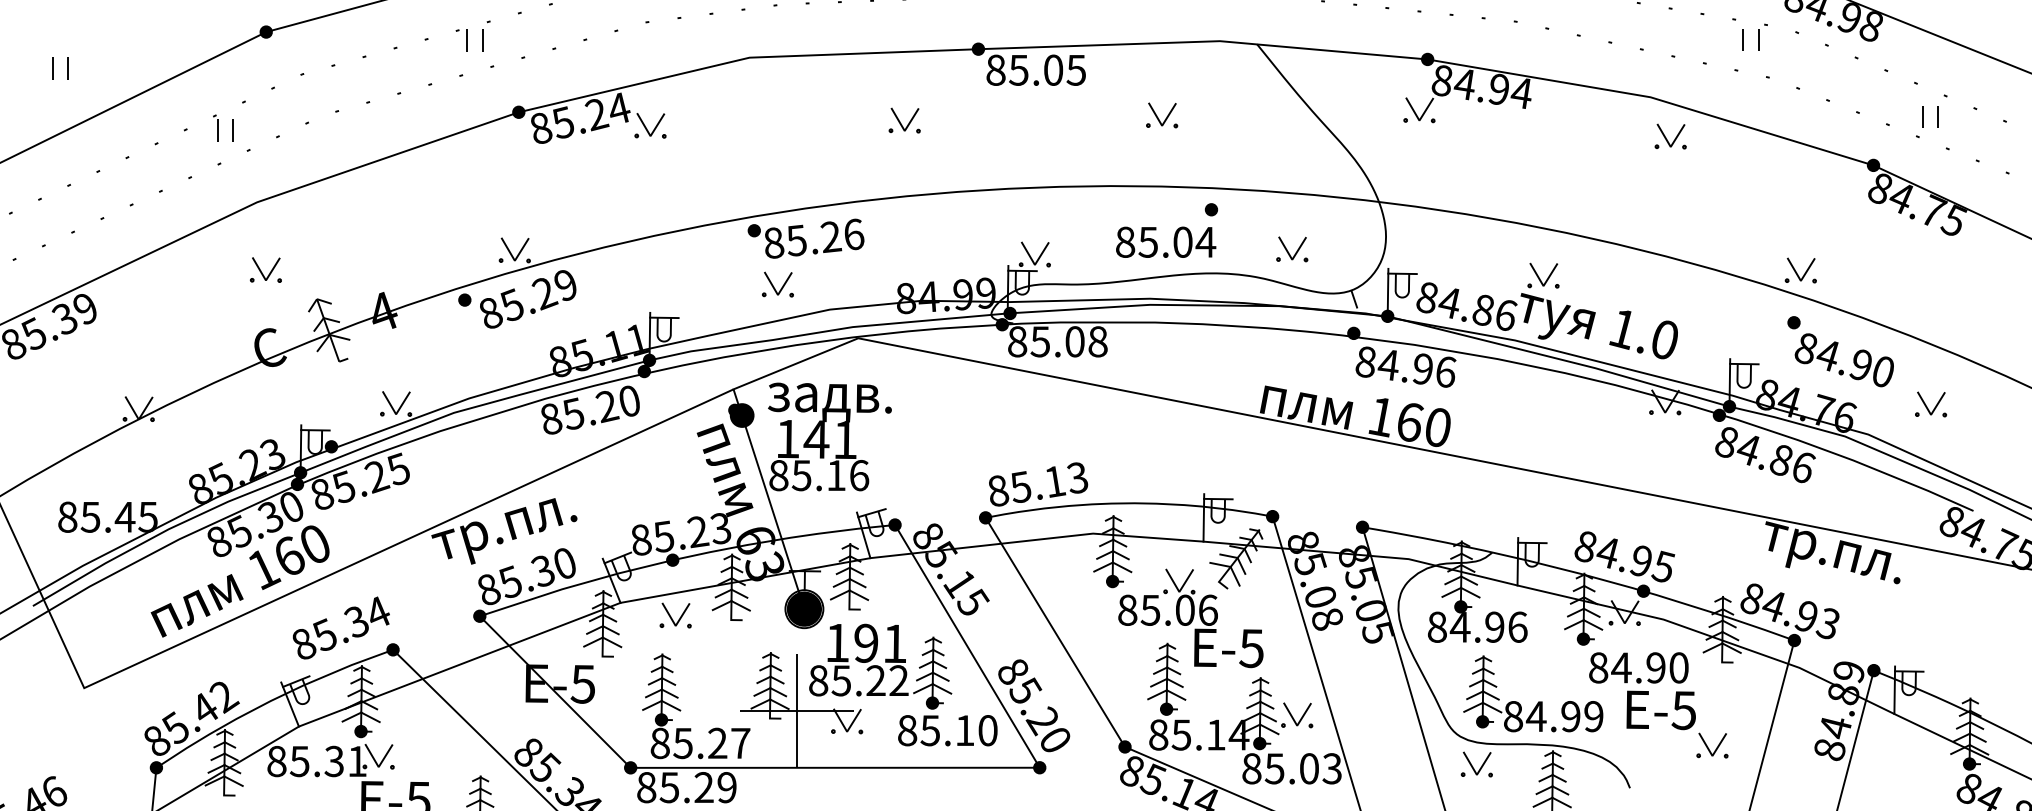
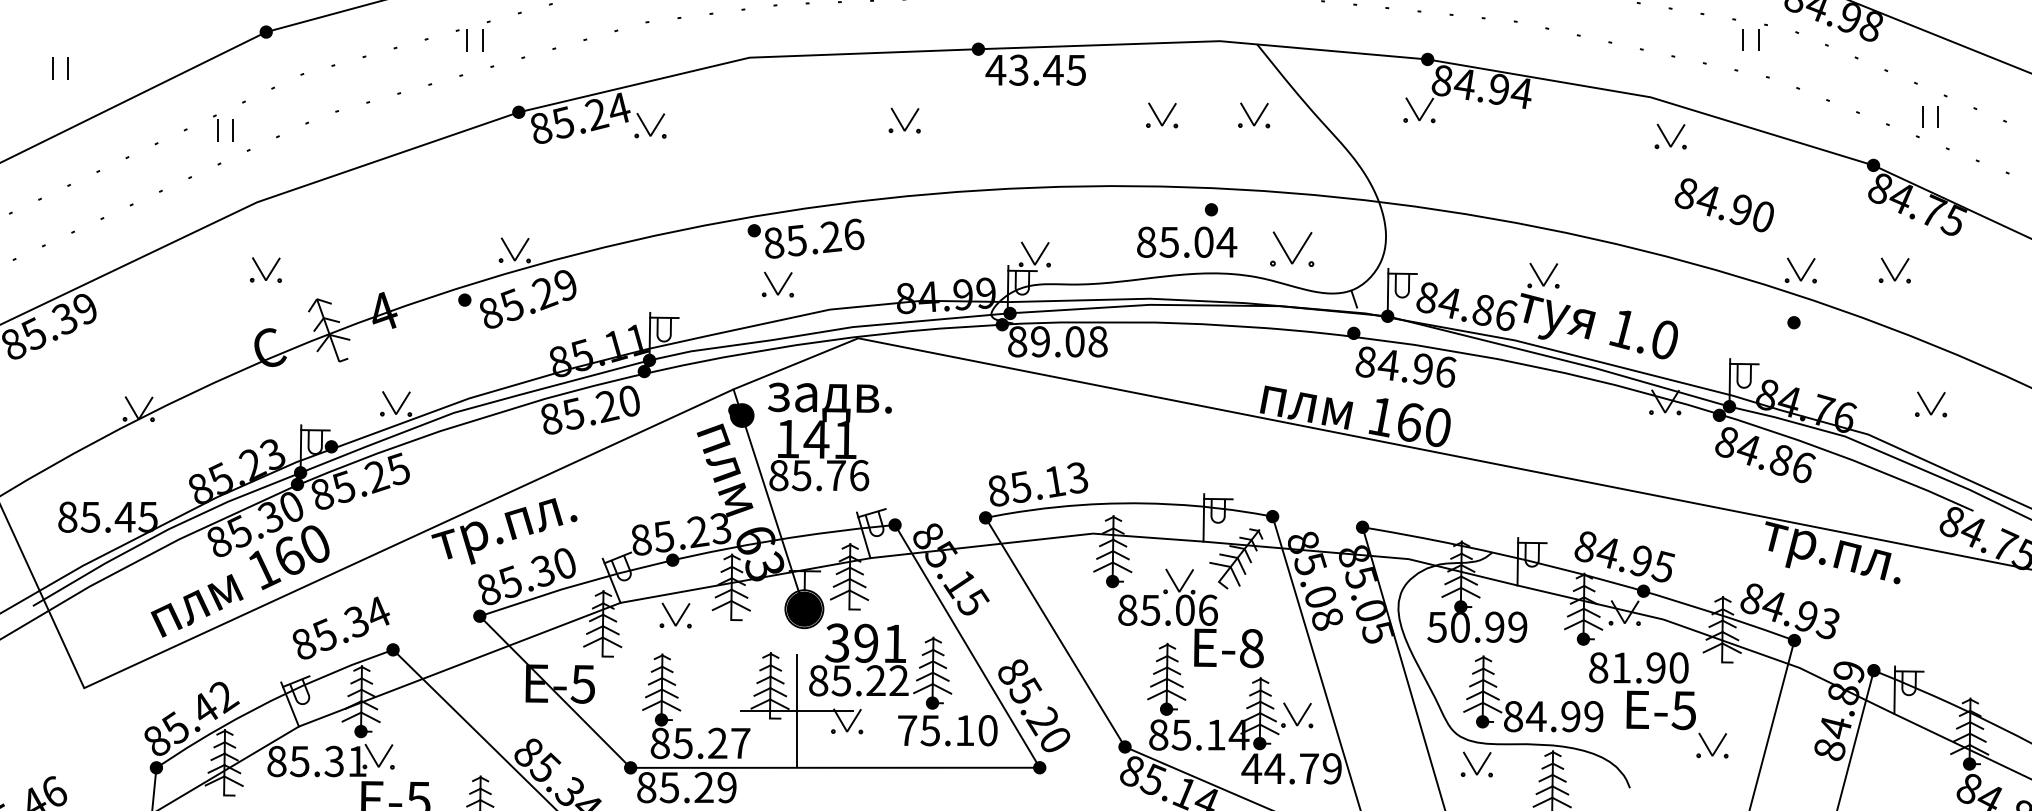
text at (1024, 69): 85.05 -> 43.45
part at (1254, 115): none -> present
text at (1166, 241) position: (1166, 241) -> (1187, 241)
part at (1292, 249) size: 33x27 px -> 45x36 px
part at (1894, 270): none -> present
text at (1039, 341): 85.08 -> 89.08
text at (1843, 360) position: (1843, 360) -> (1723, 205)
text at (836, 475): 85.16 -> 85.76
text at (1477, 626): 84.96 -> 50.99
text at (836, 642): 191 -> 391
text at (1251, 648): -5 -> -8
text at (1621, 667): 84.90 -> 81.90
text at (907, 730): 85.10 -> 75.10
text at (1291, 768): 85.03 -> 44.79
